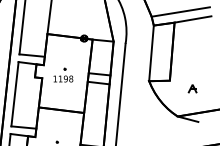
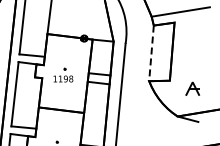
line at (192, 19): present -> none
line at (151, 53): solid -> dashed
part at (192, 88) size: 11x10 px -> 16x15 px
